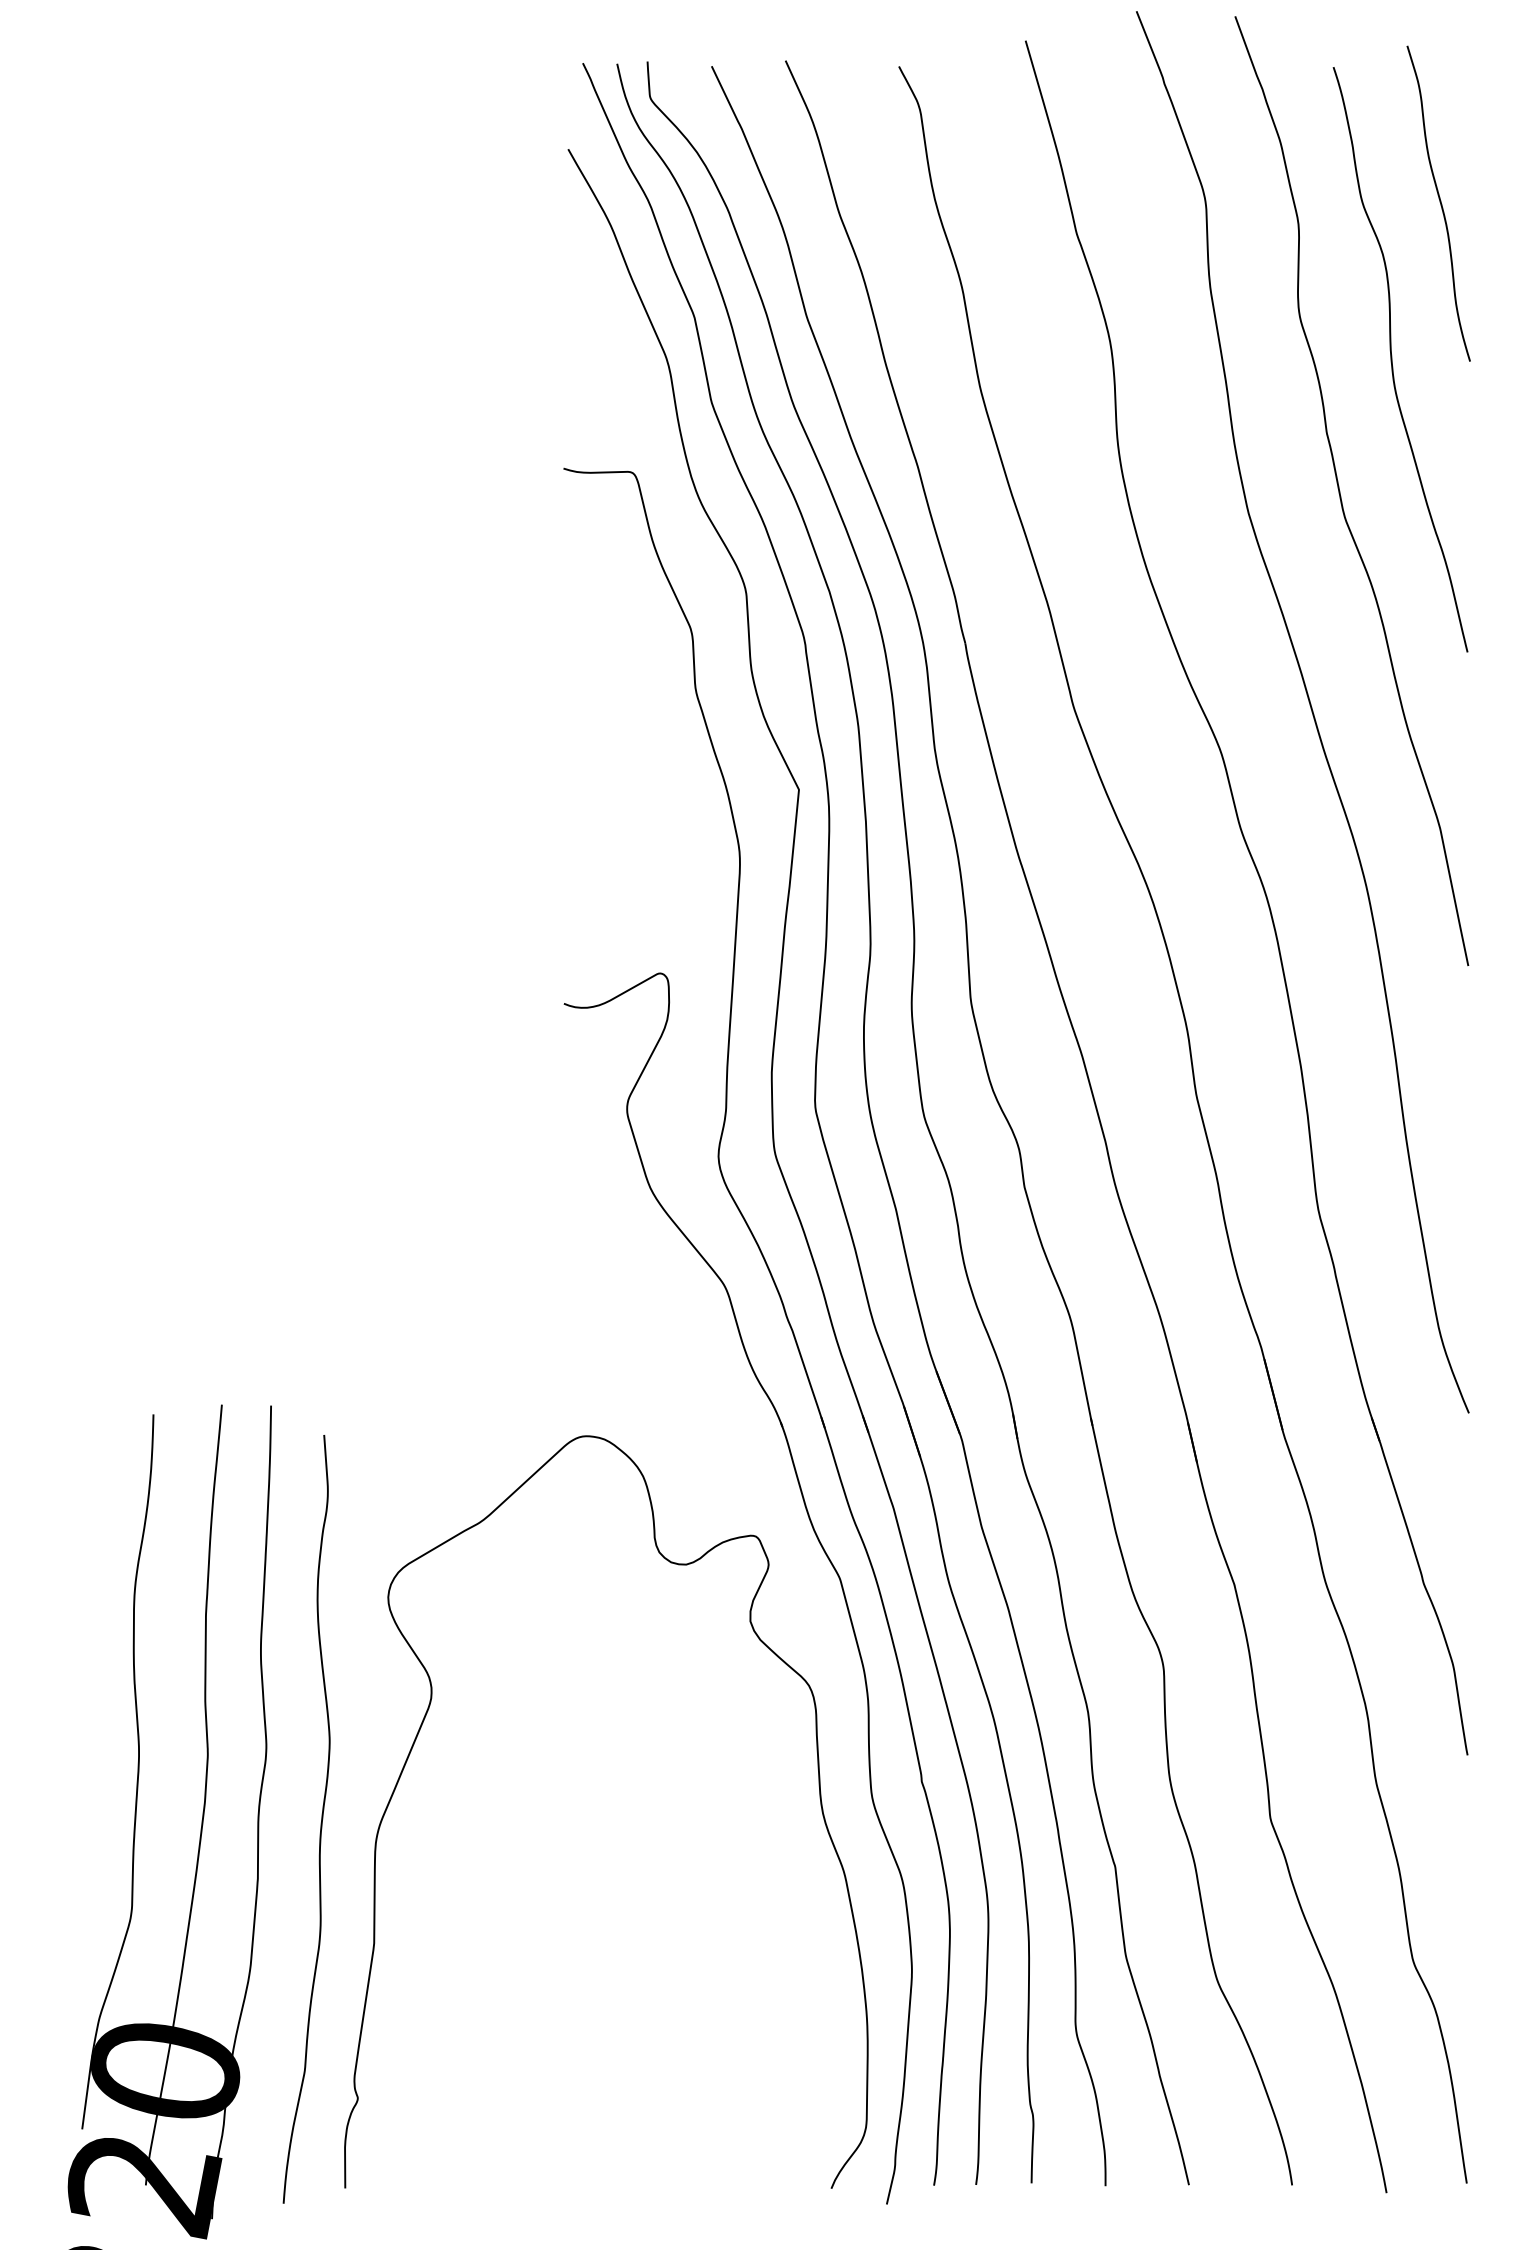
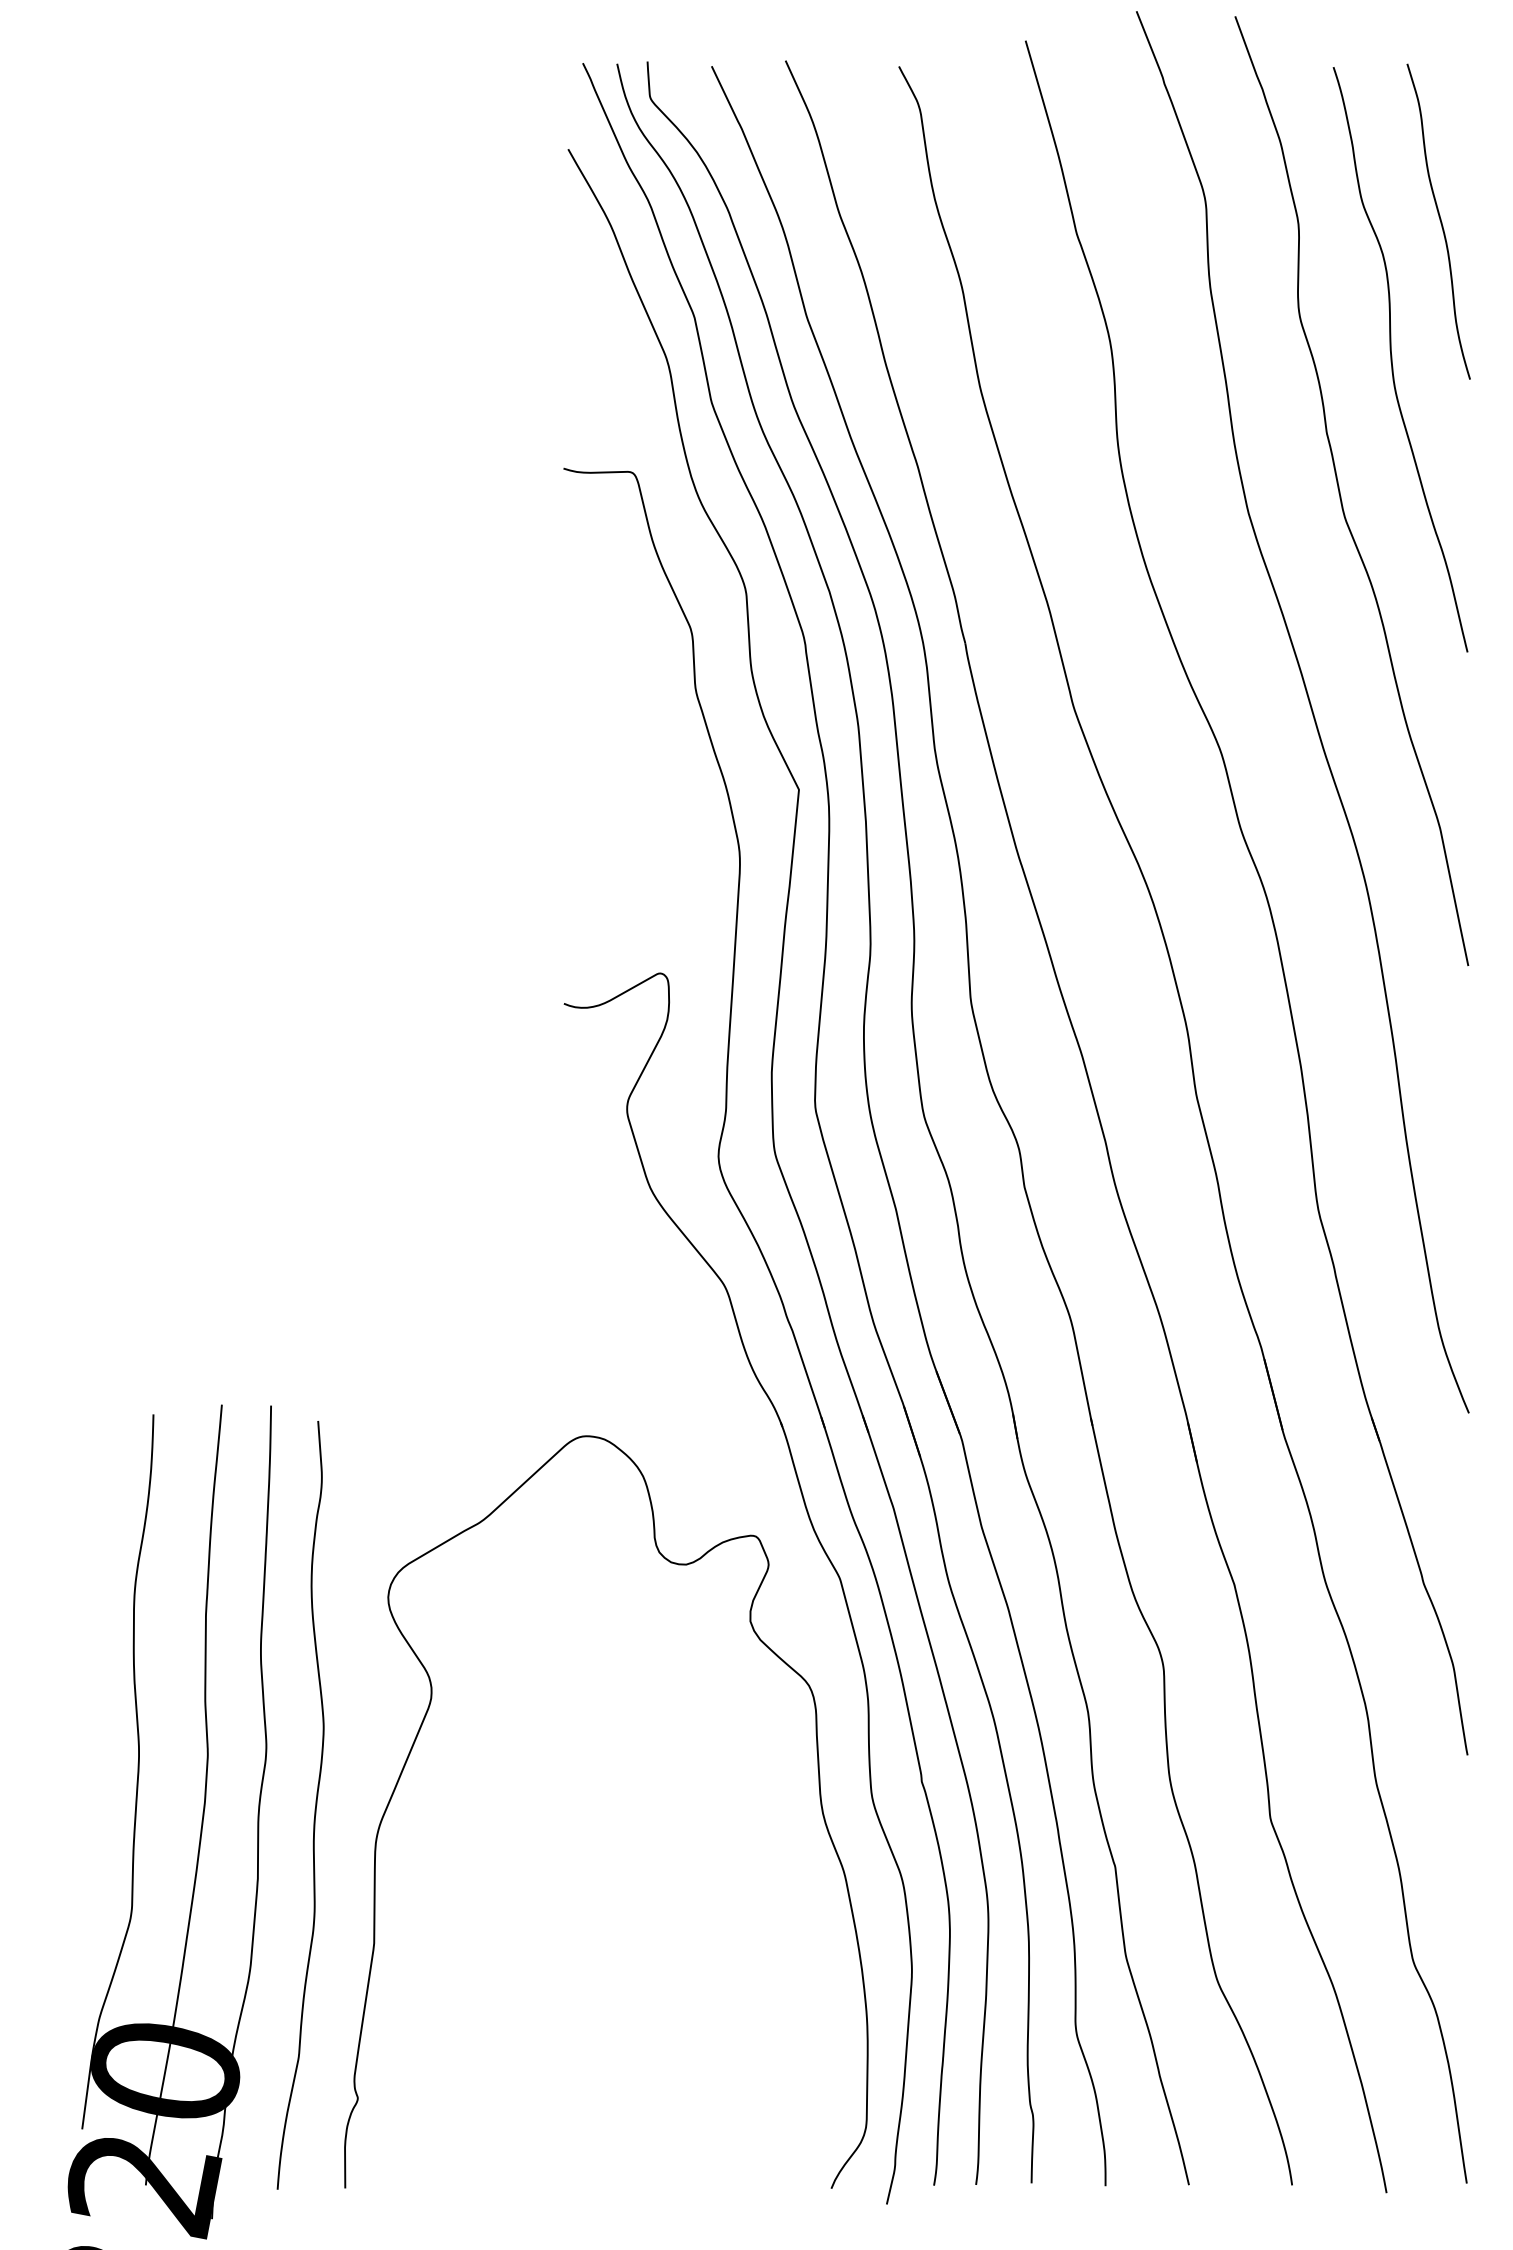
curve at (1439, 202) position: (1439, 202) -> (1439, 220)
curve at (320, 1823) position: (320, 1823) -> (314, 1809)
